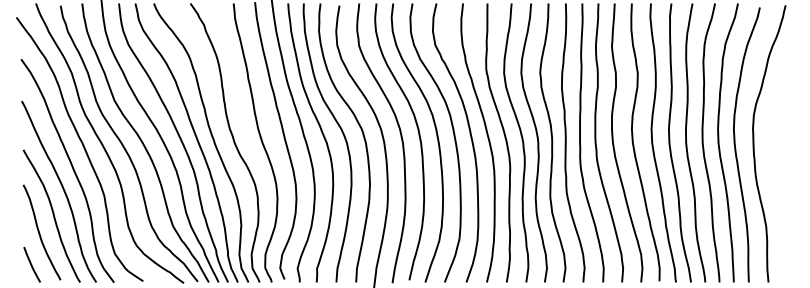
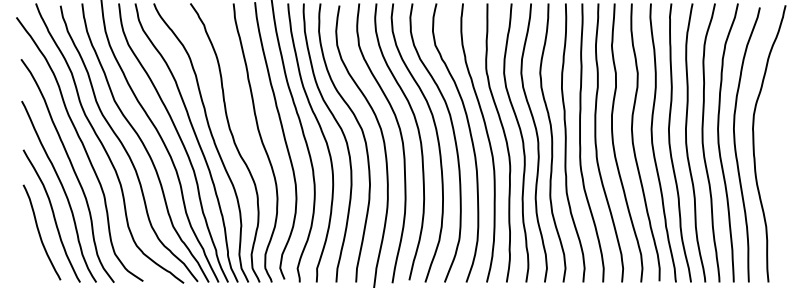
line at (31, 264): present -> none
